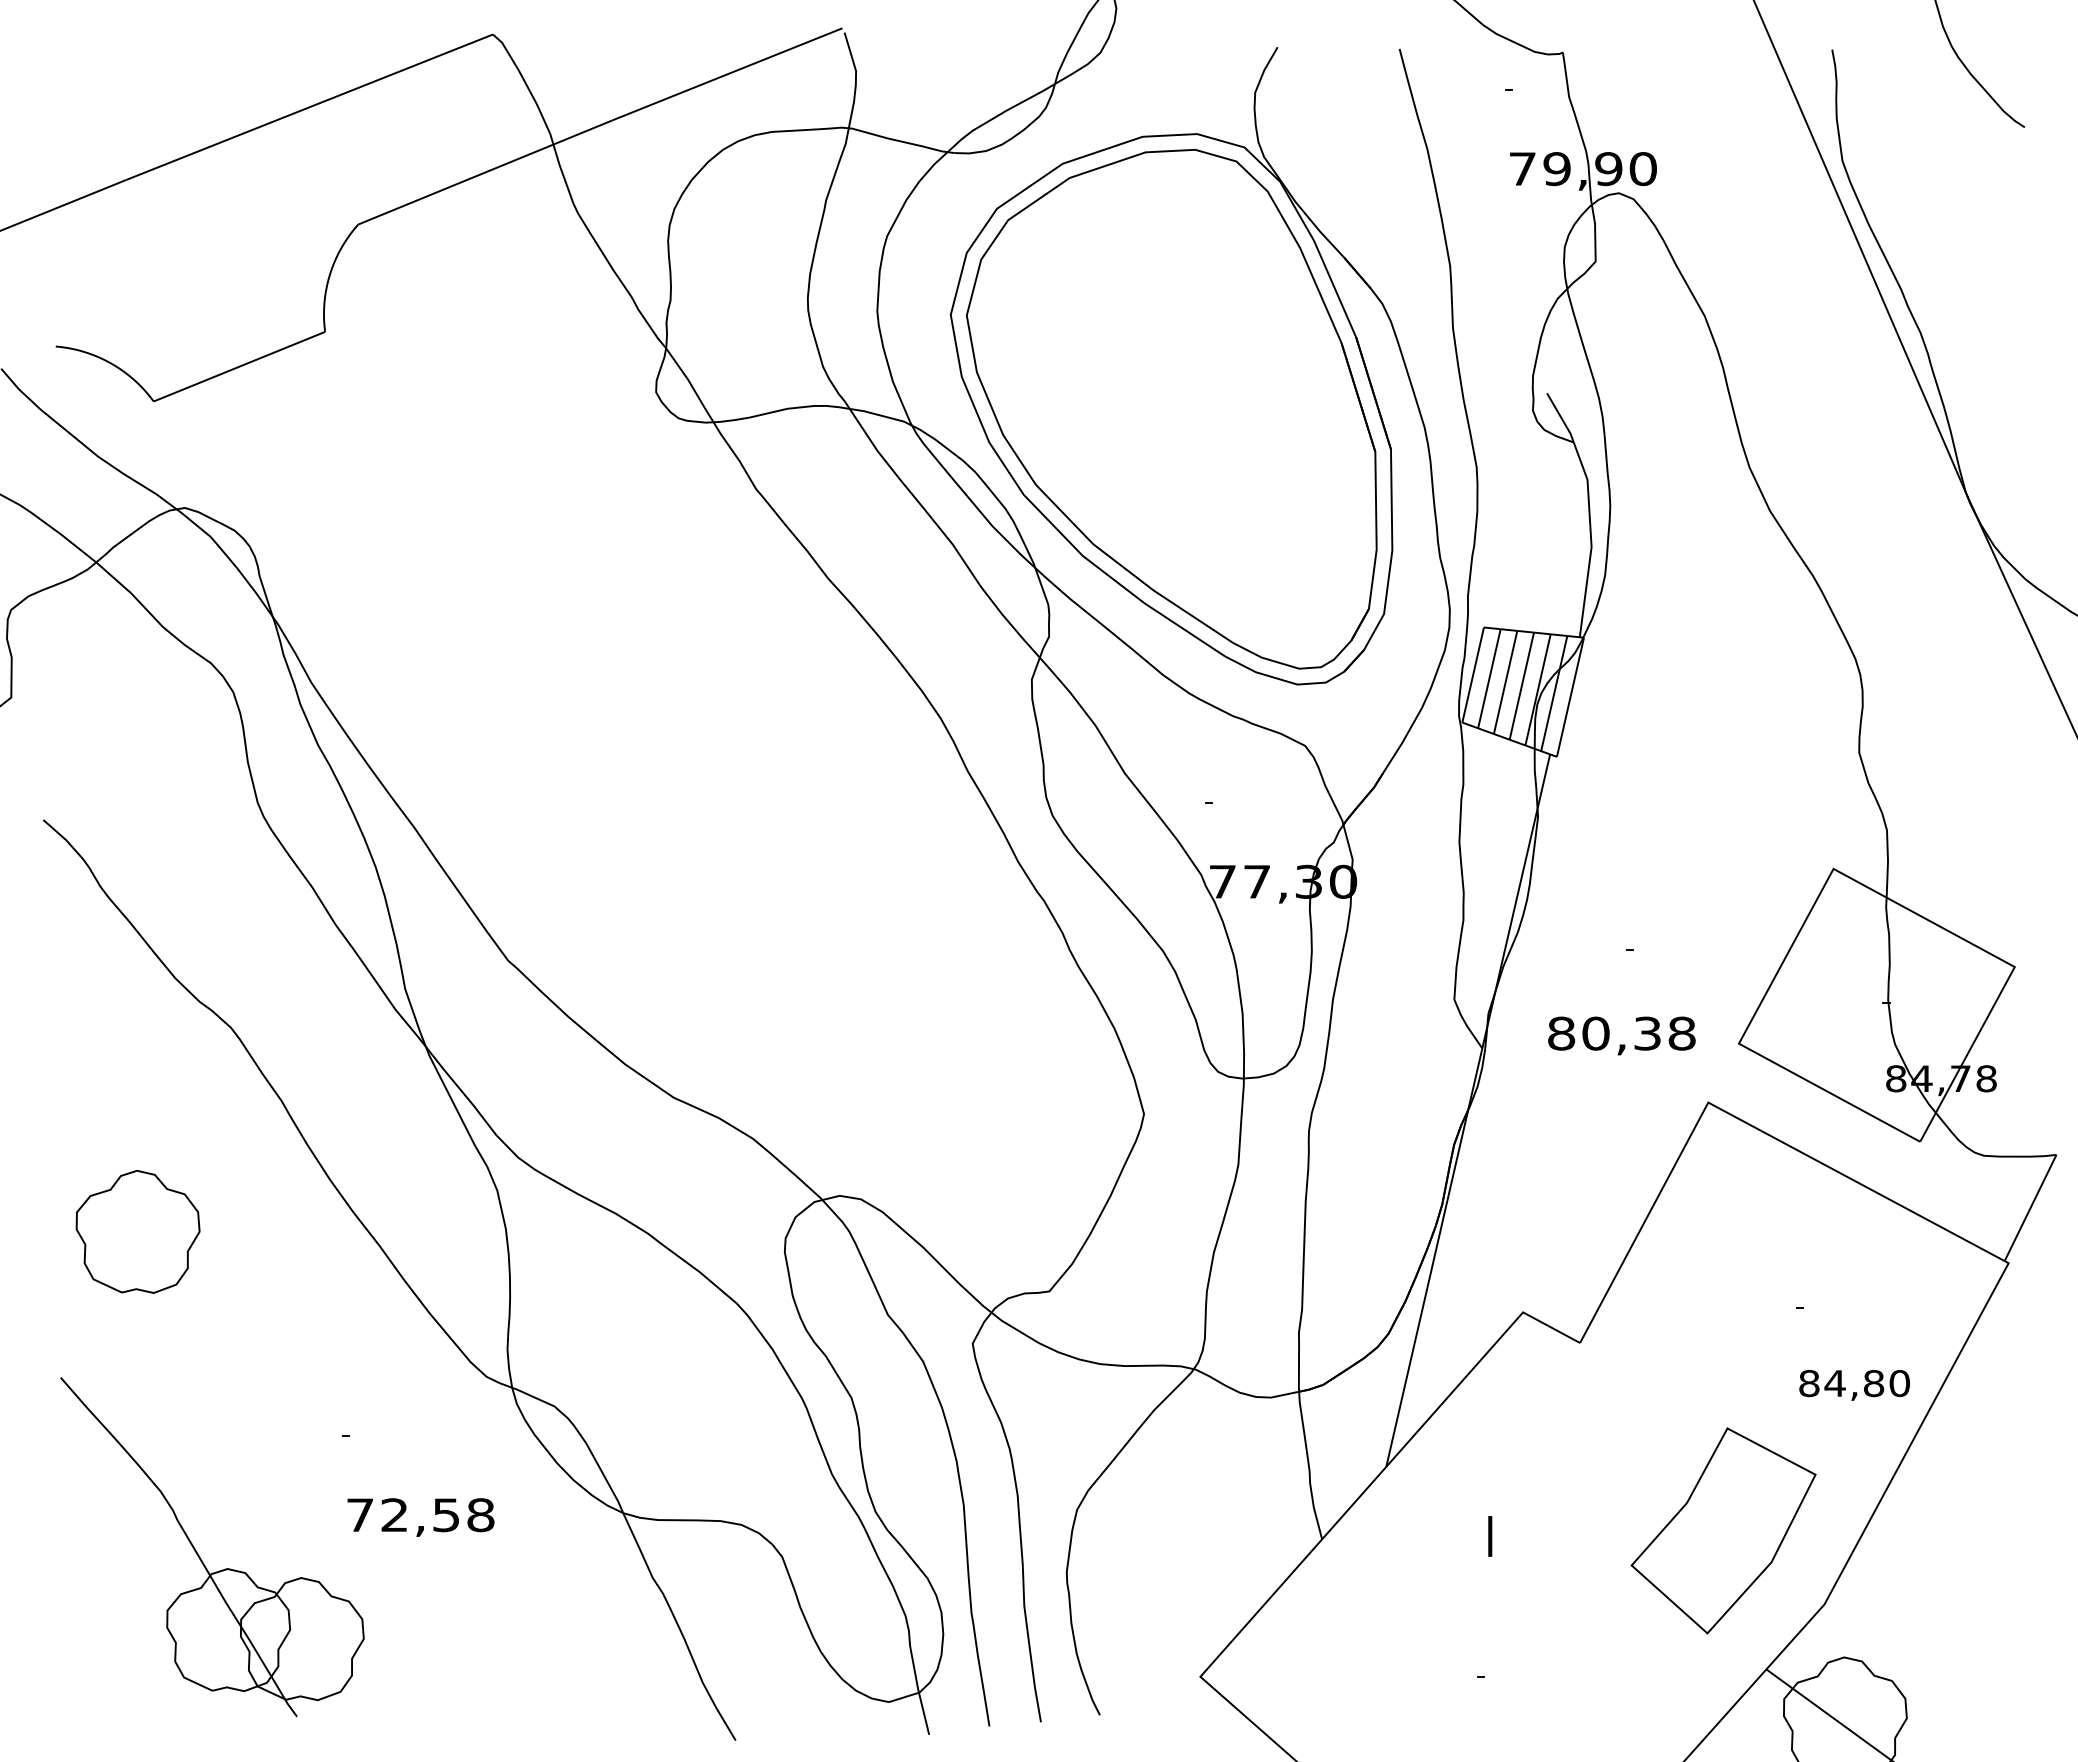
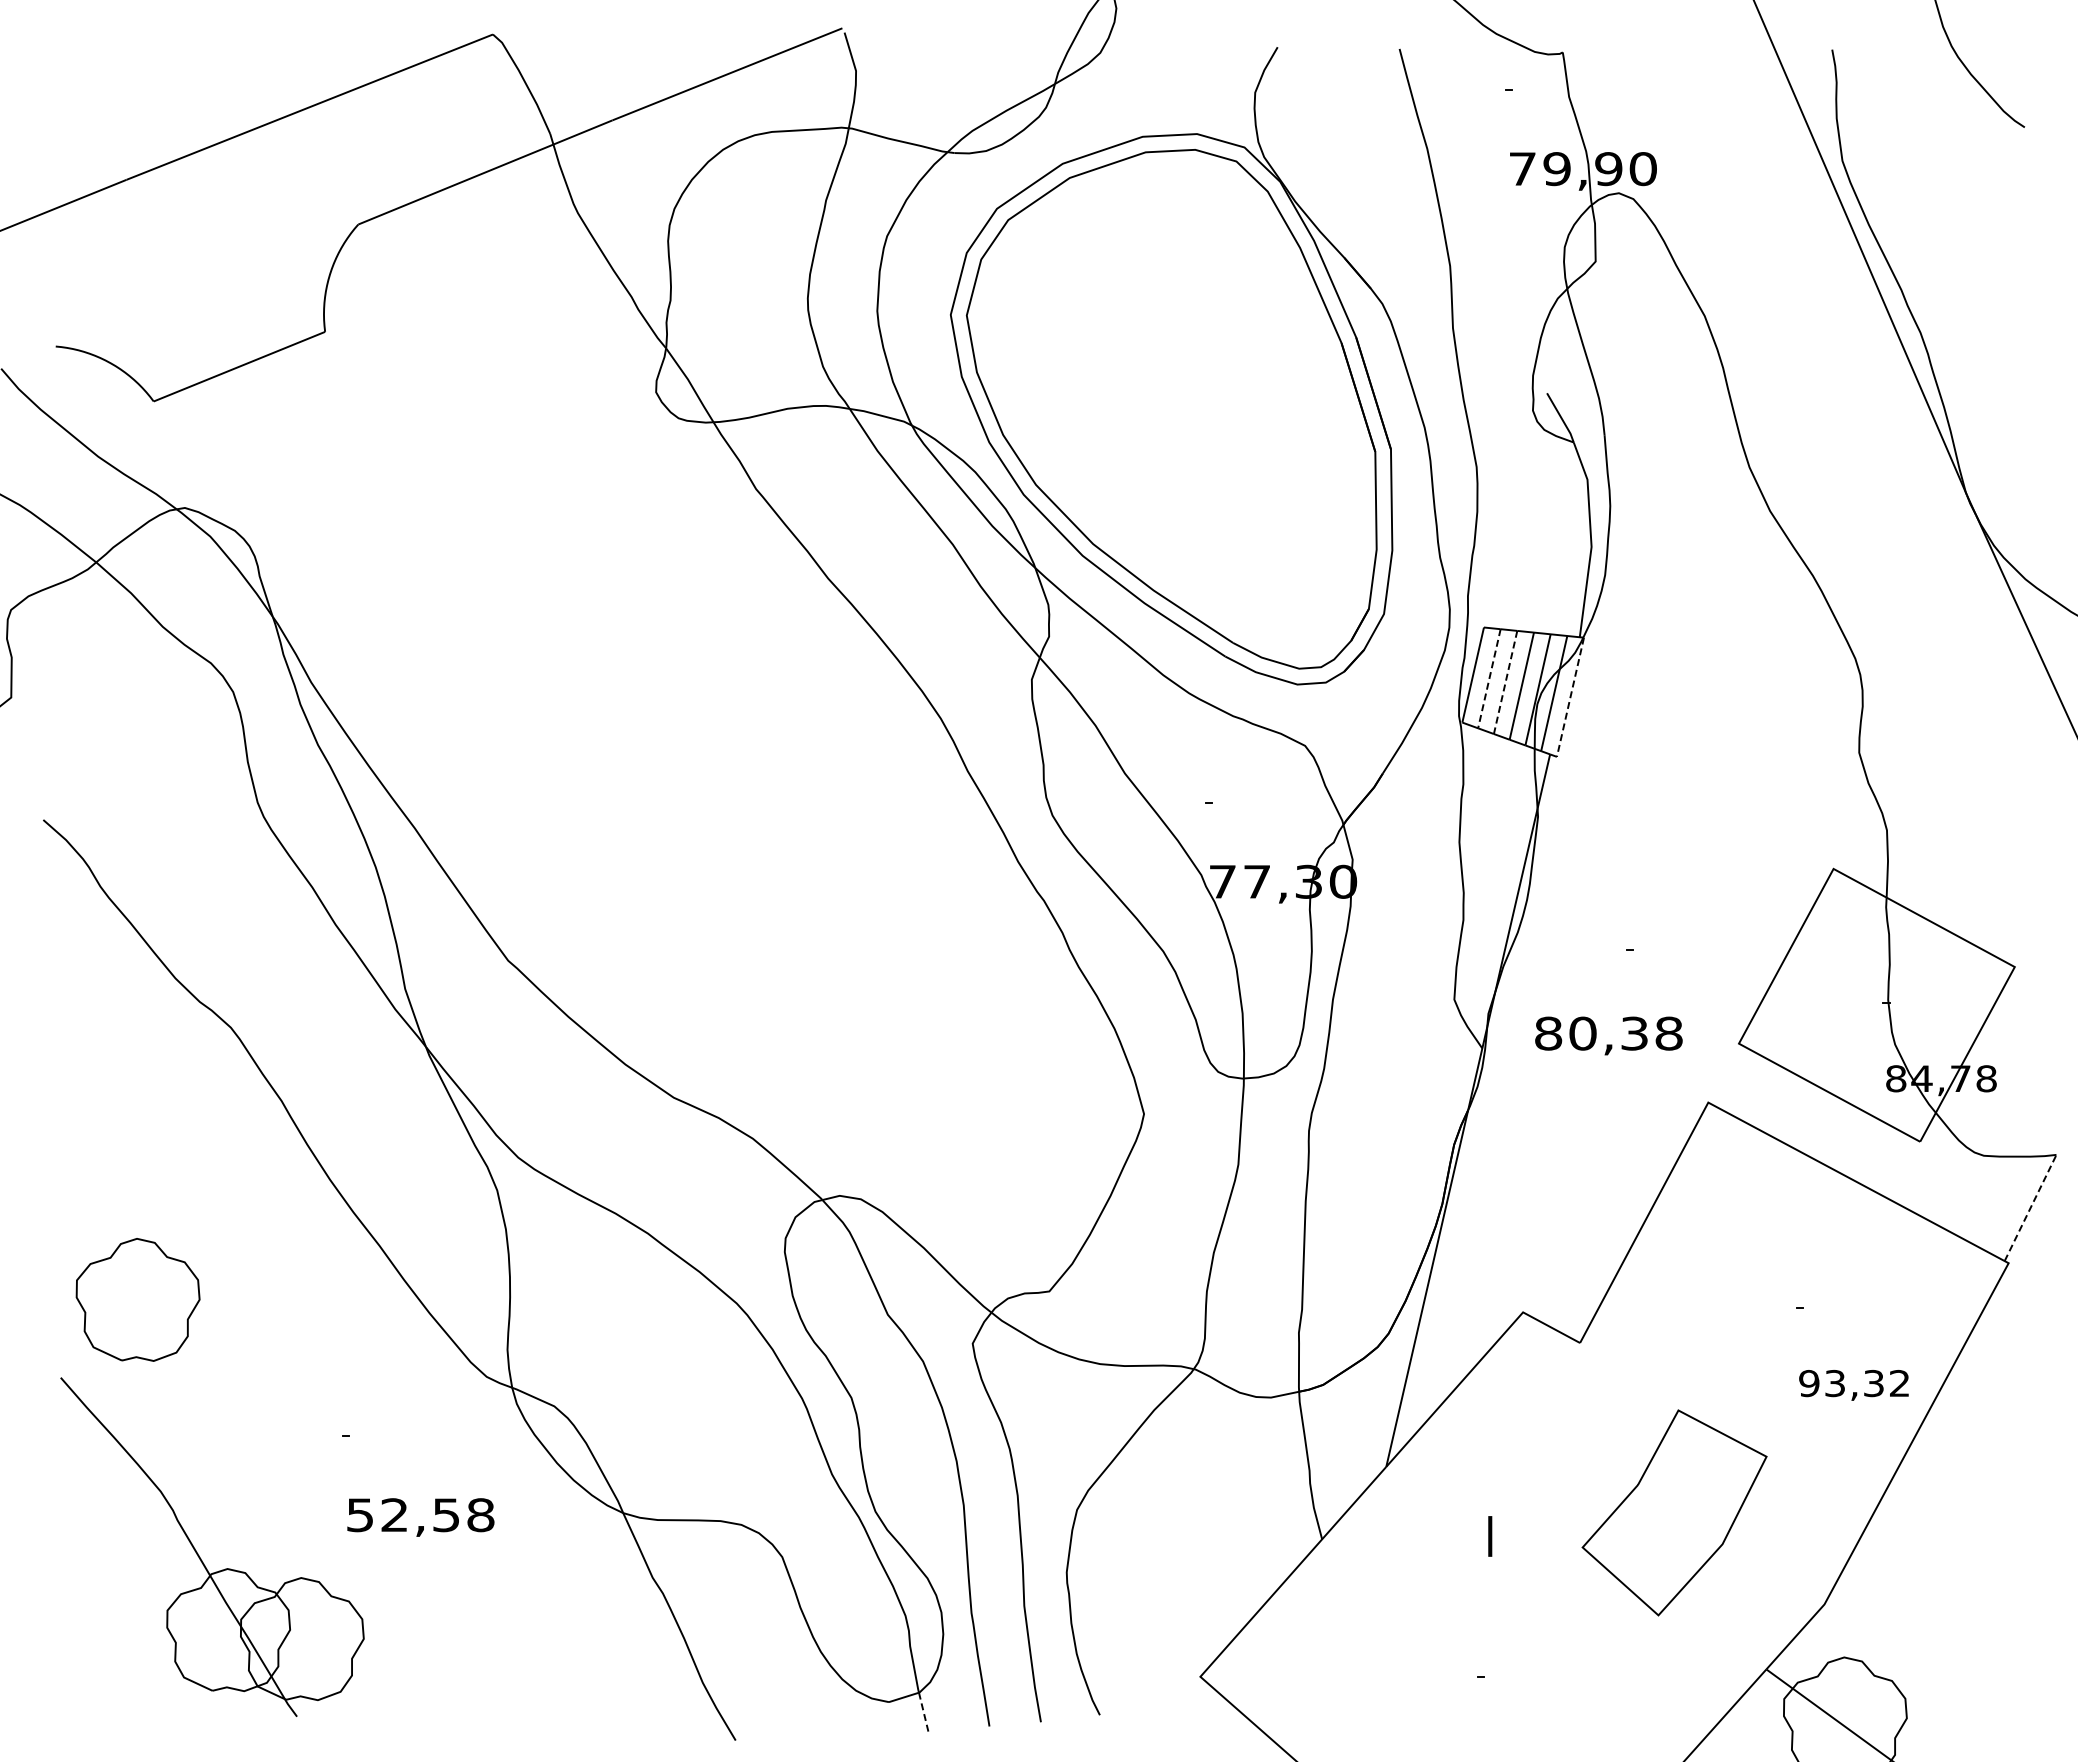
line at (1489, 678): solid -> dashed
line at (1505, 682): solid -> dashed
line at (1570, 697): solid -> dashed
text at (1621, 1035) position: (1621, 1035) -> (1608, 1035)
line at (2030, 1207): solid -> dashed
part at (137, 1231) position: (137, 1231) -> (137, 1299)
text at (1854, 1383): 84,80 -> 93,32
text at (359, 1515): 72,58 -> 52,58
part at (1723, 1530) position: (1723, 1530) -> (1674, 1512)
line at (924, 1713): solid -> dashed
